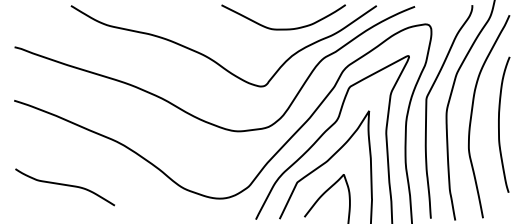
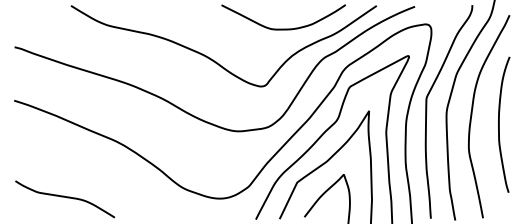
curve at (64, 185) position: (64, 185) -> (64, 197)
